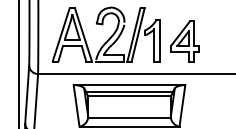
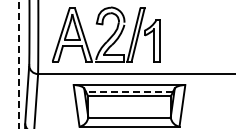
part at (184, 41): present -> none
line at (18, 64): solid -> dashed
line at (129, 91): solid -> dashed
